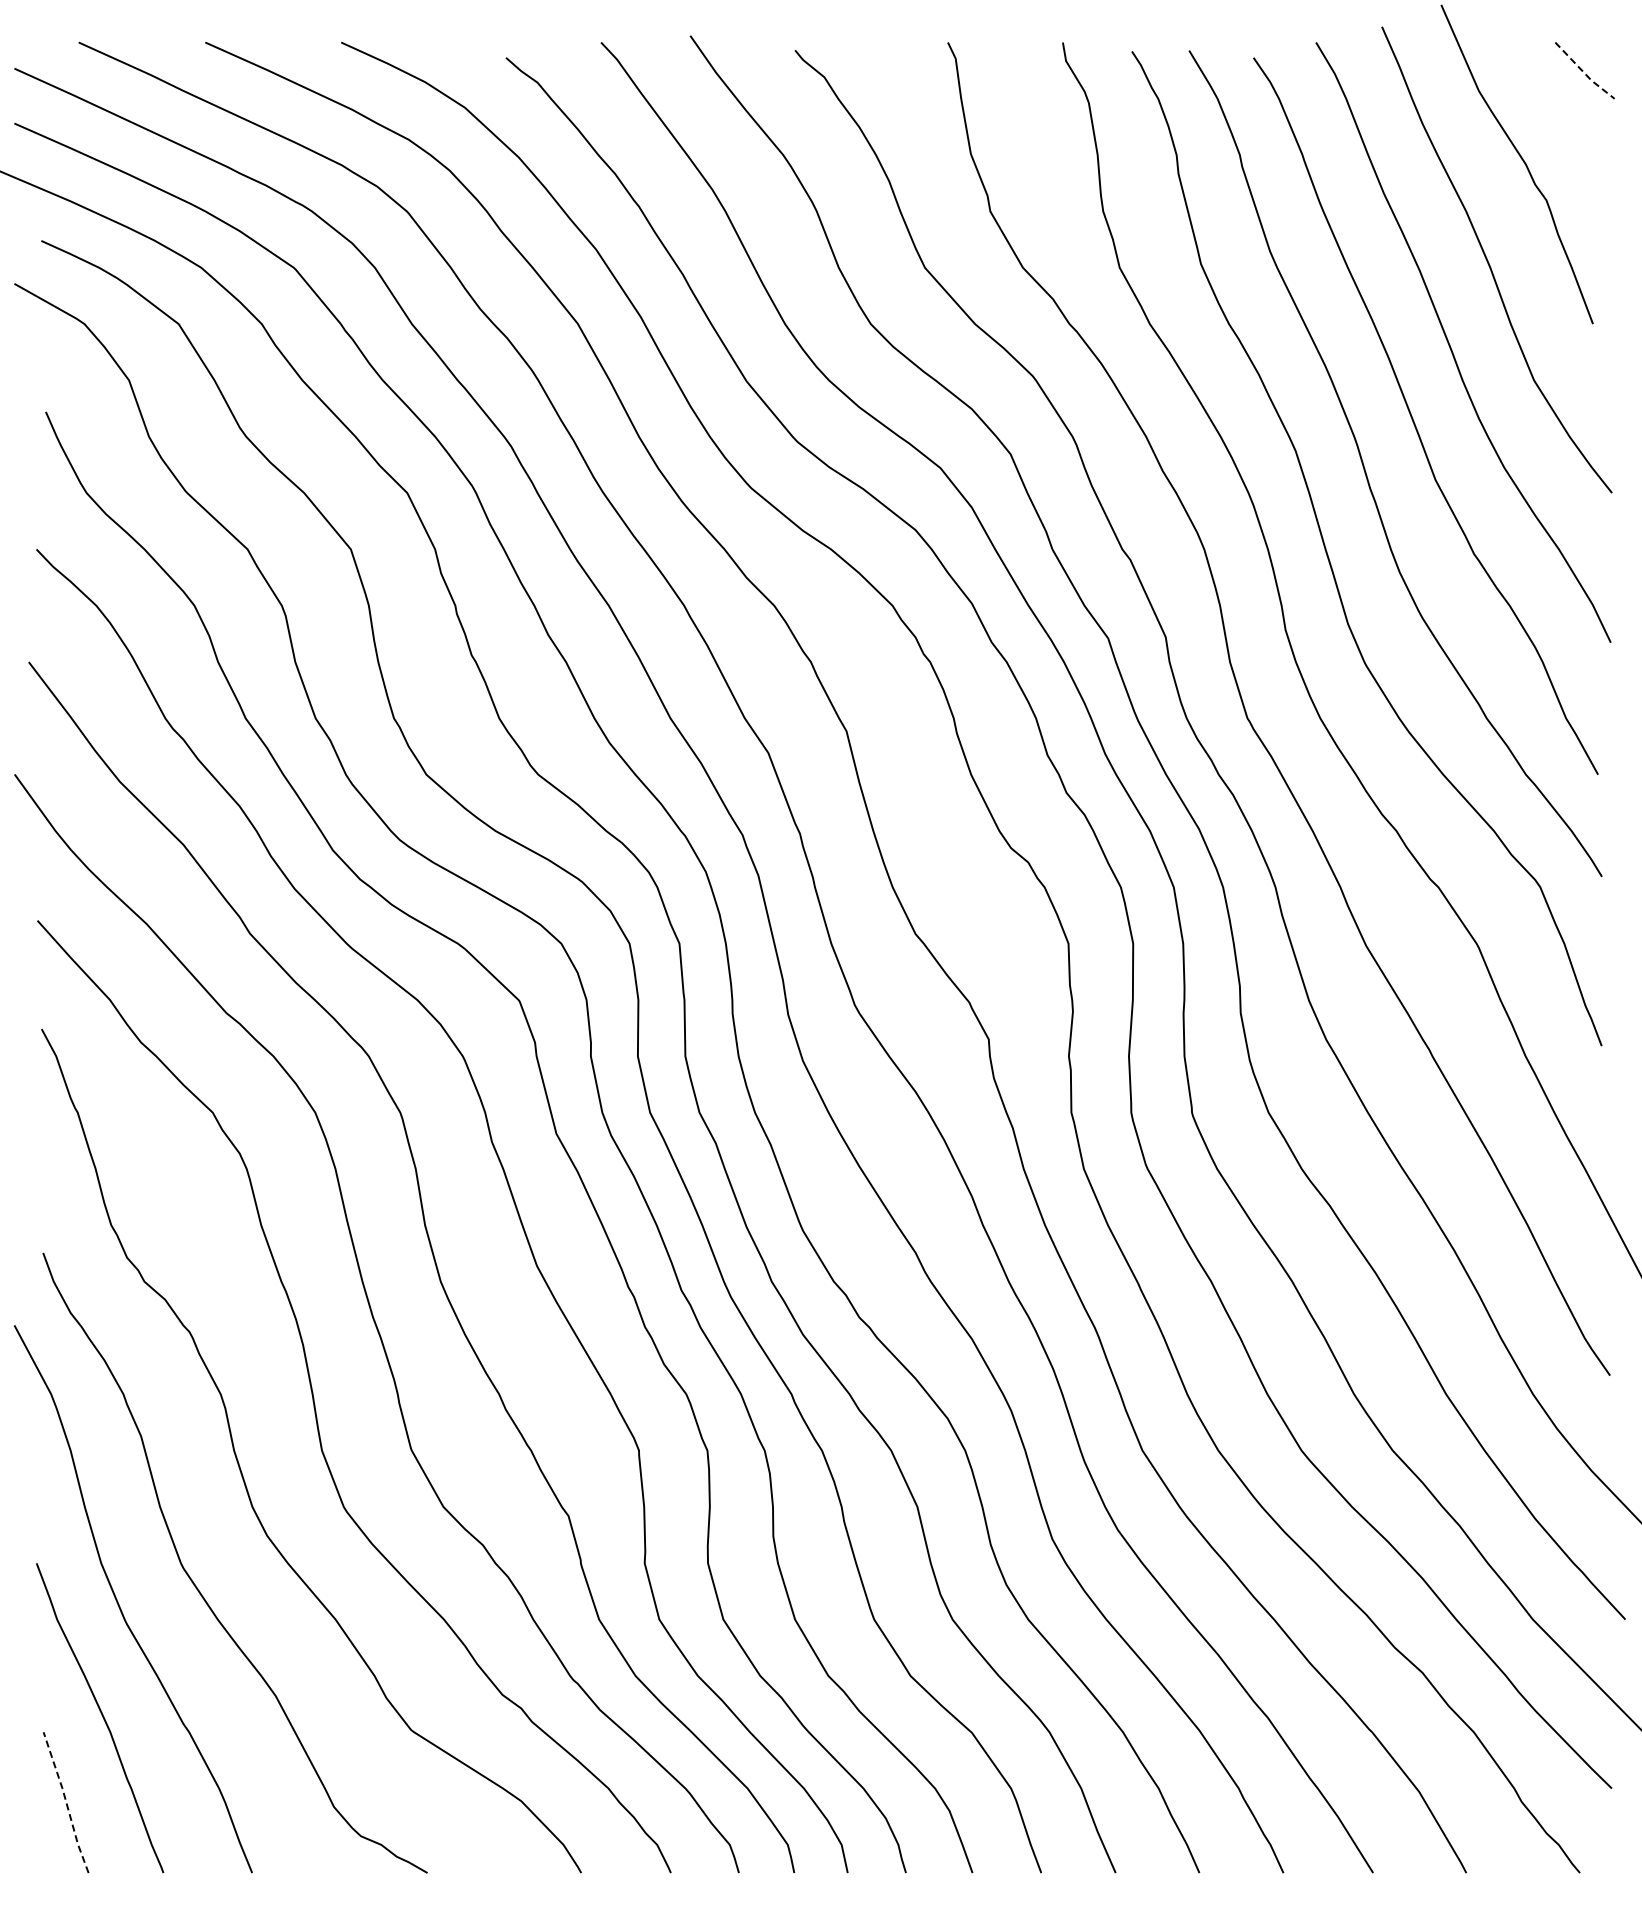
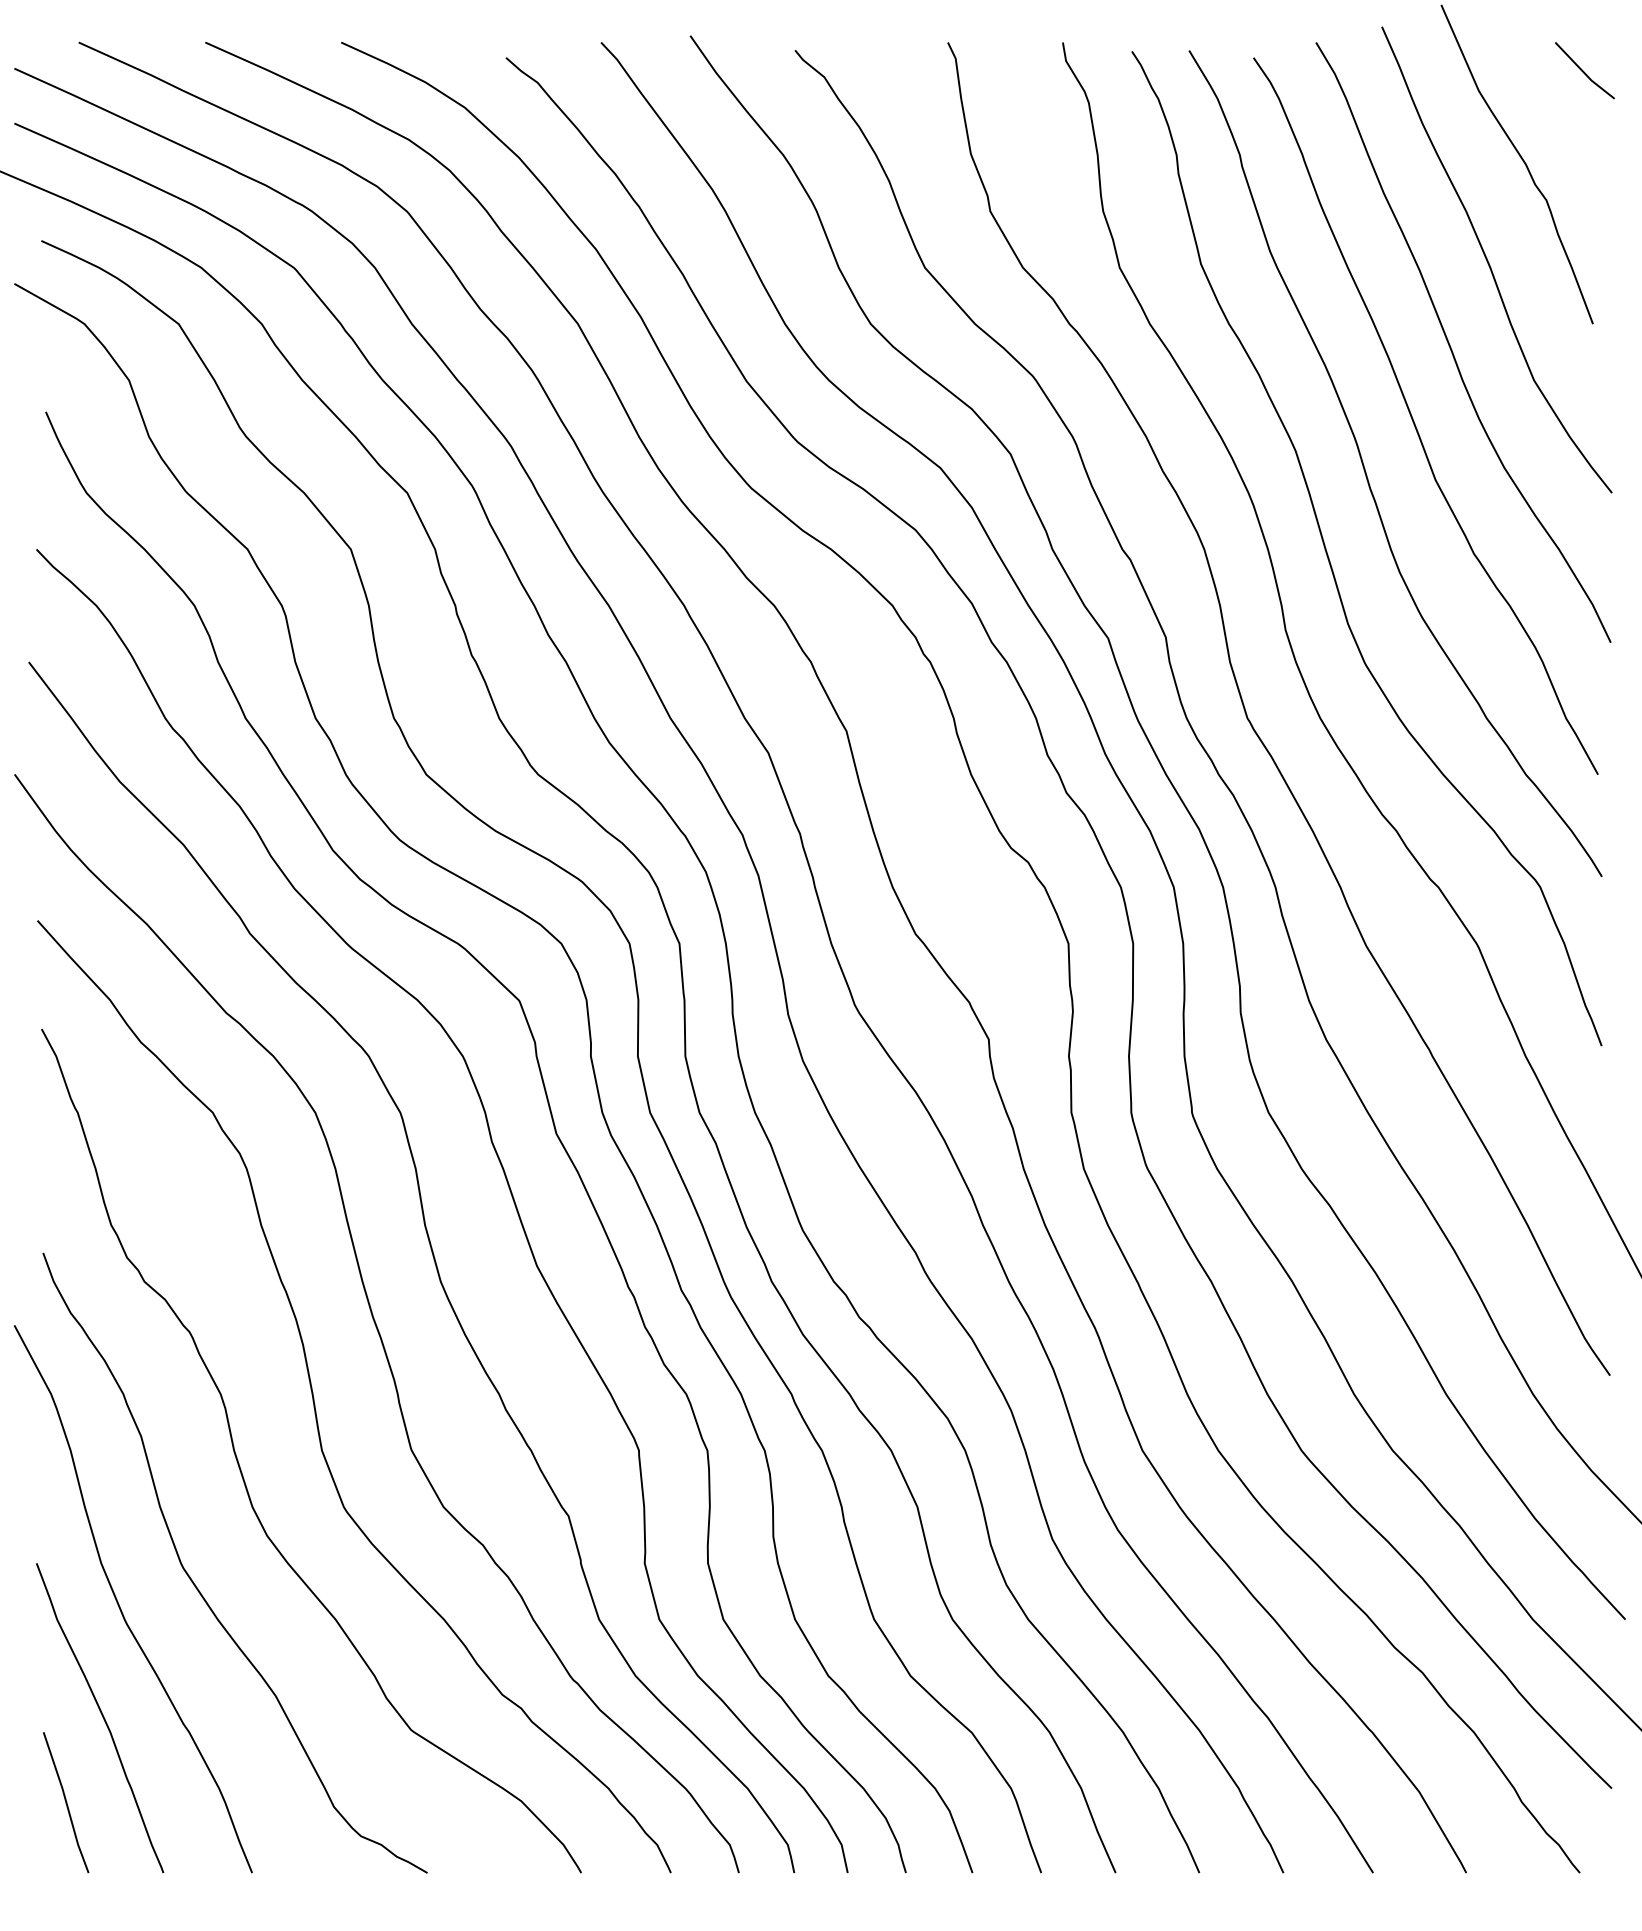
line at (1584, 72): dashed -> solid
line at (66, 1802): dashed -> solid
